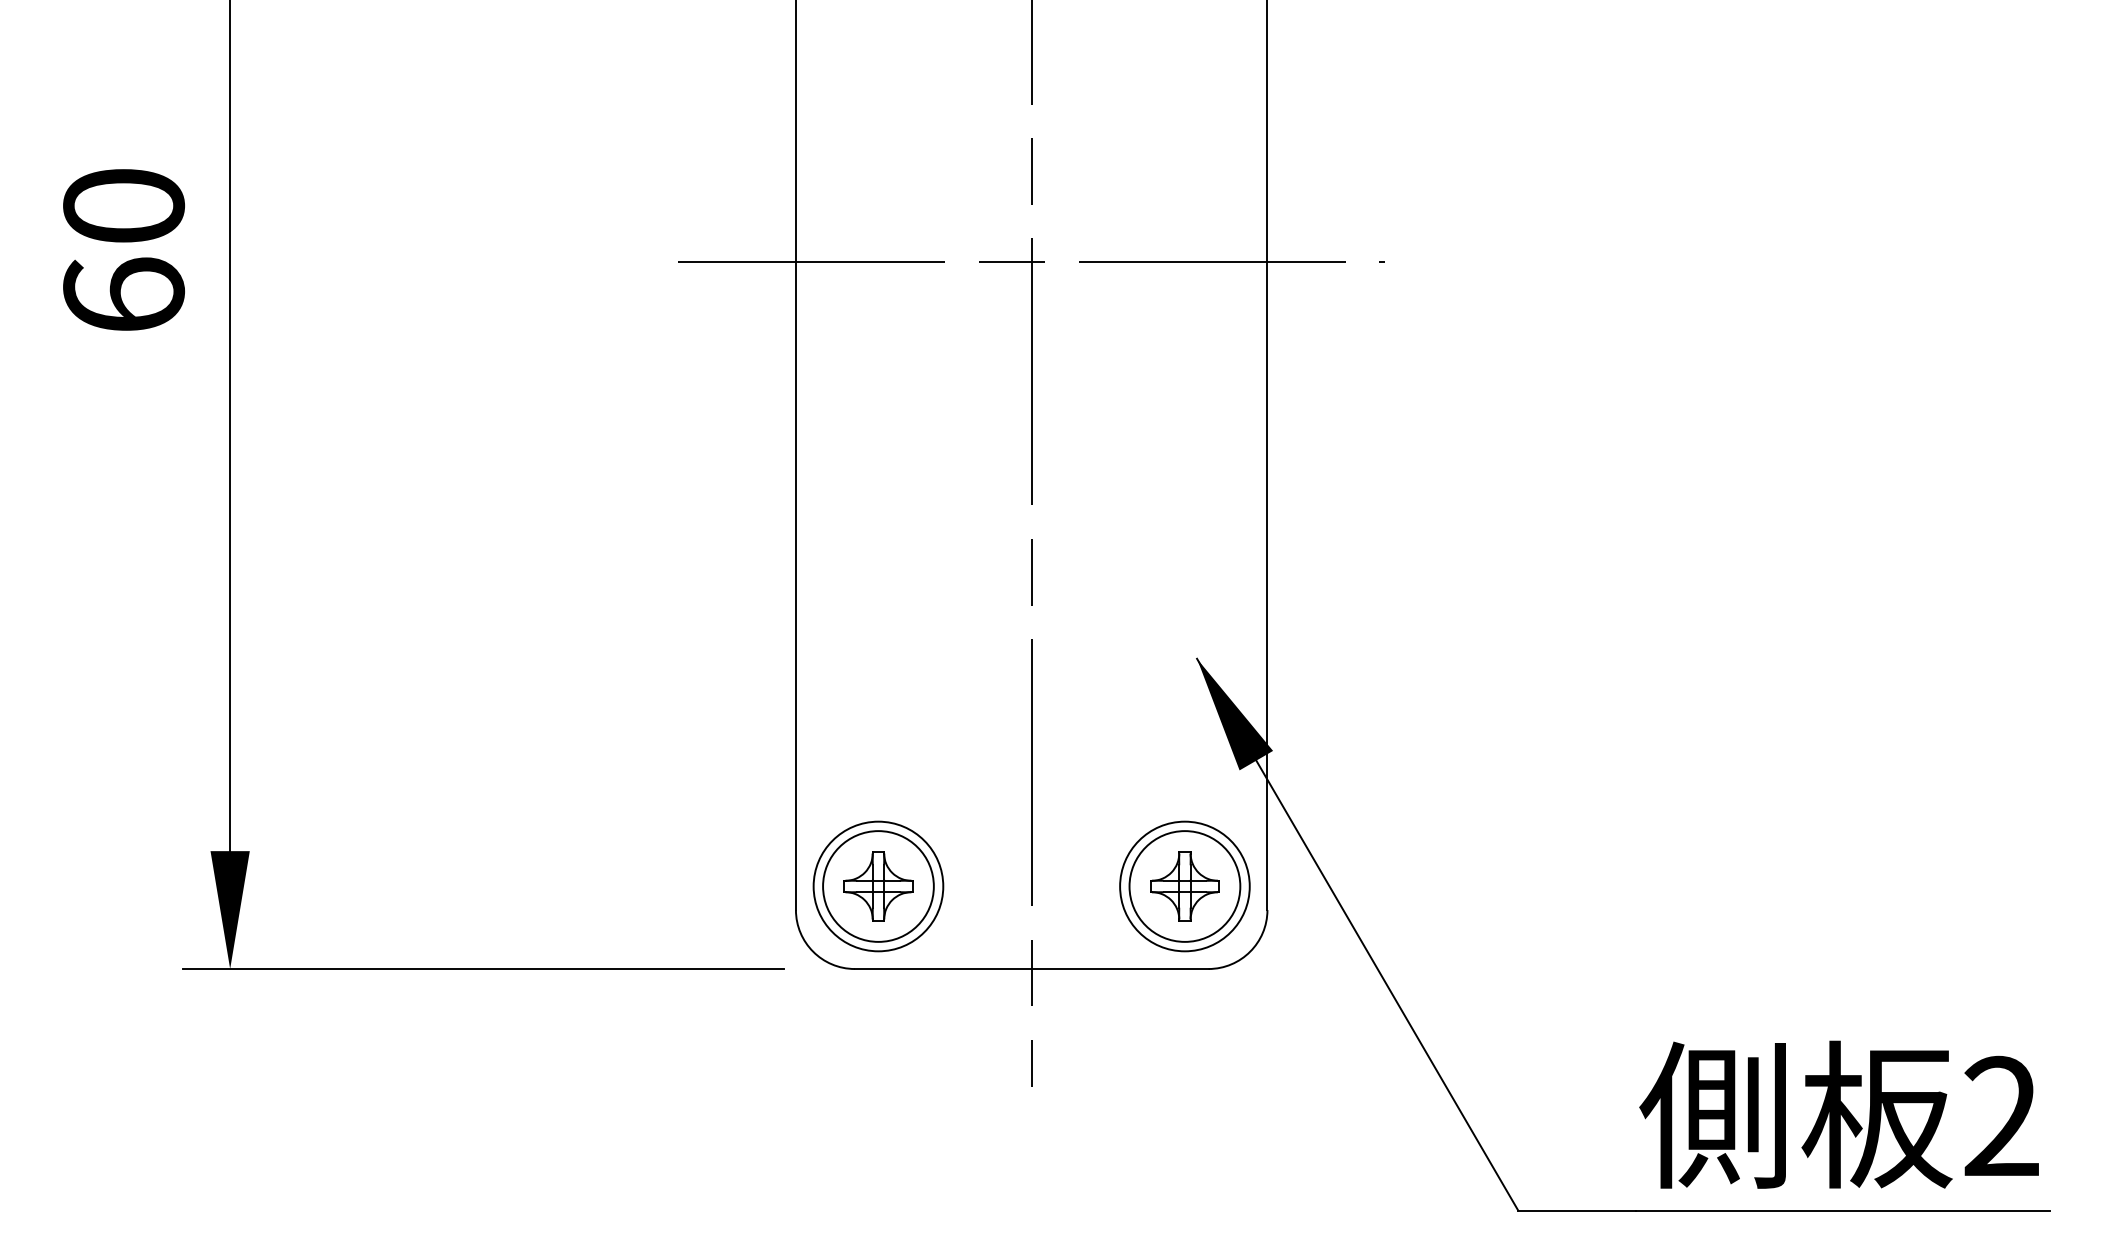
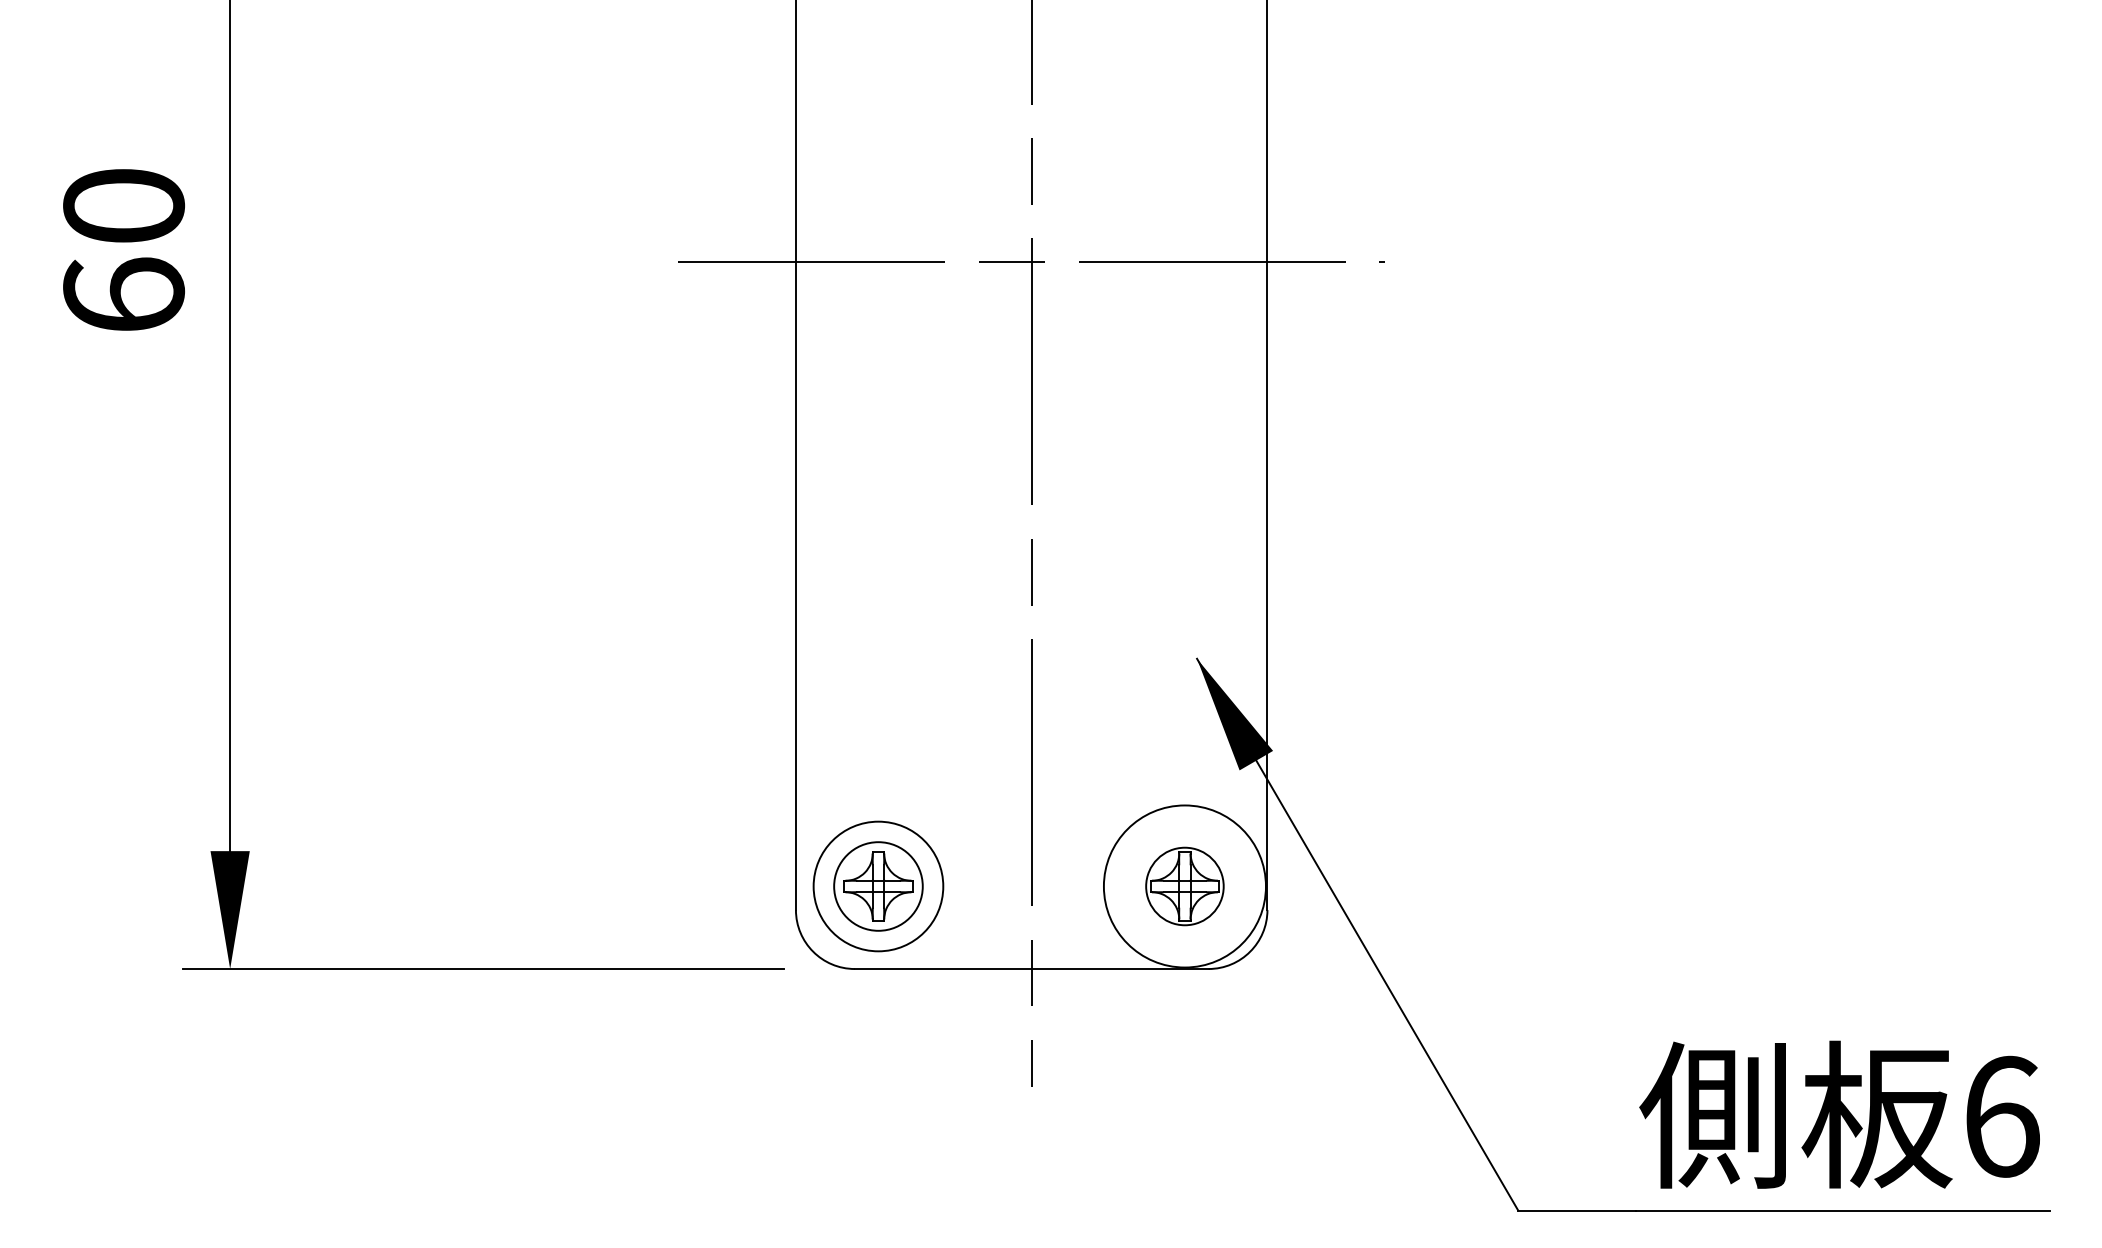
circle at (878, 886) diameter: 111 px -> 89 px
circle at (1184, 886) diameter: 111 px -> 78 px
circle at (1184, 886) diameter: 130 px -> 162 px
text at (2001, 1116): 2 -> 6
